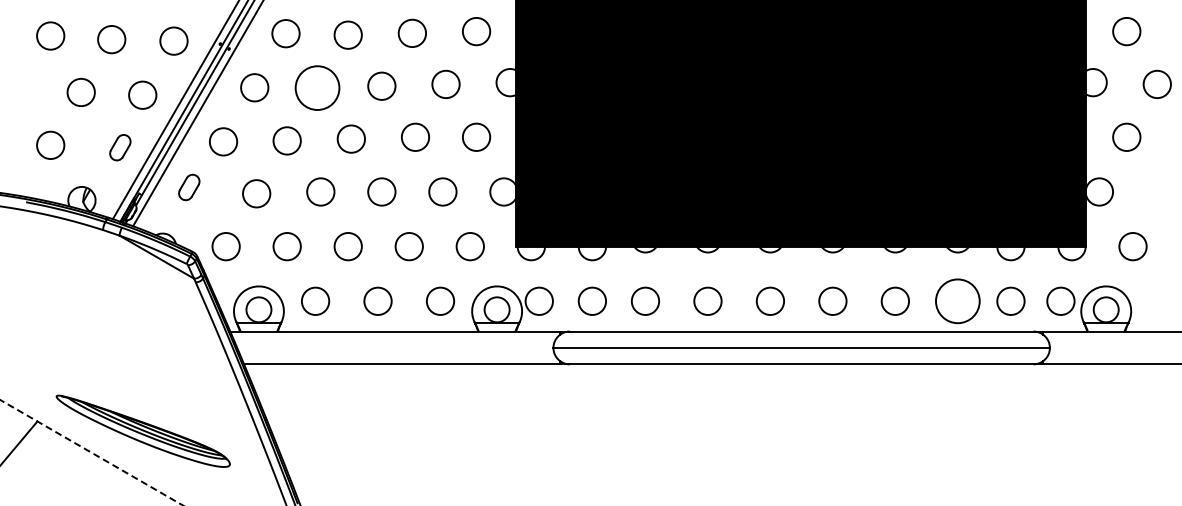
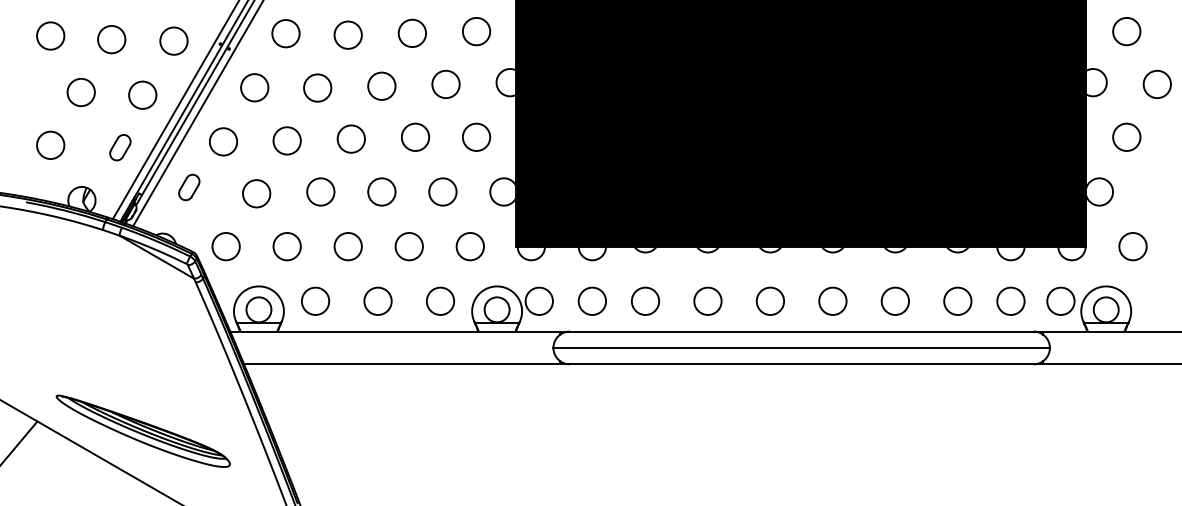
circle at (317, 87) size: 47x46 px -> 30x30 px
circle at (957, 301) diameter: 44 px -> 27 px
line at (92, 453): dashed -> solid
